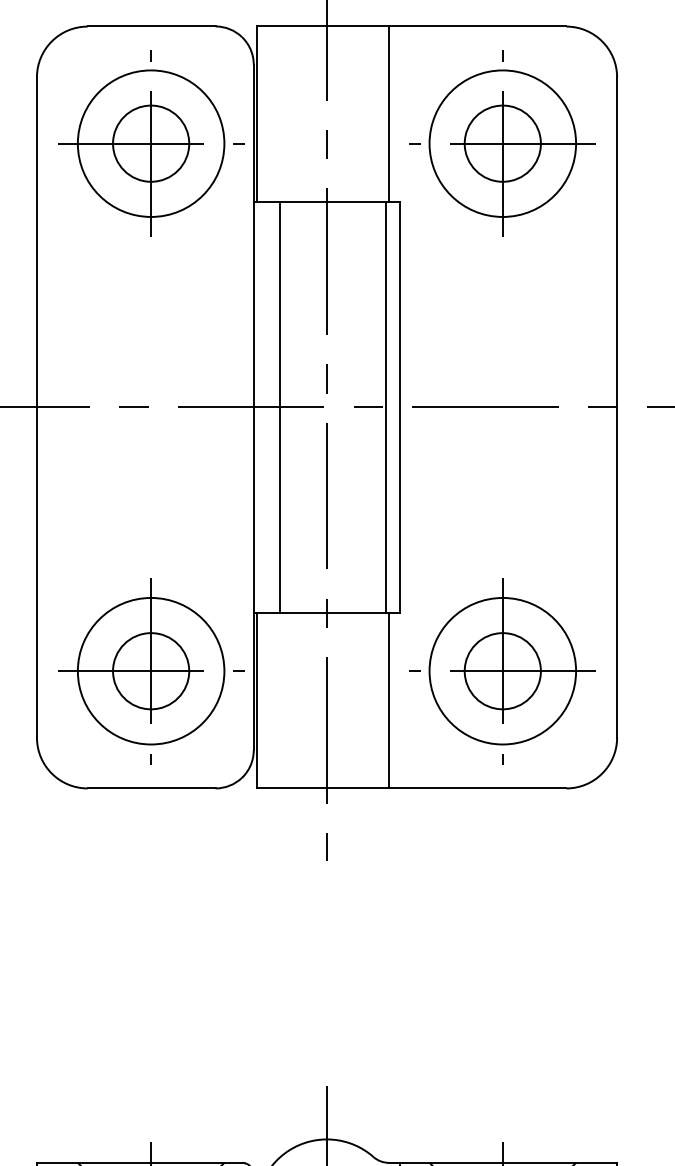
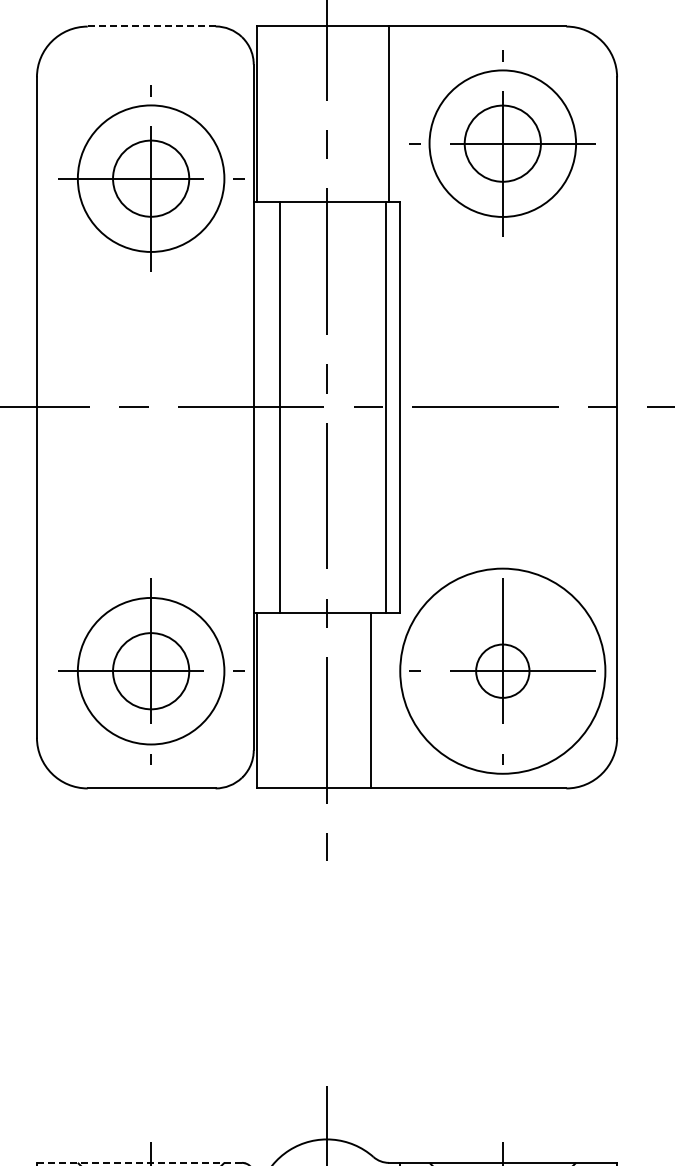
line at (151, 26): solid -> dashed
part at (151, 143) position: (151, 143) -> (151, 178)
circle at (502, 670) diameter: 147 px -> 205 px
circle at (502, 671) diameter: 76 px -> 53 px
line at (388, 700) position: (388, 700) -> (370, 700)
line at (139, 1162): solid -> dashed
